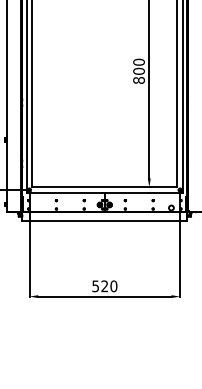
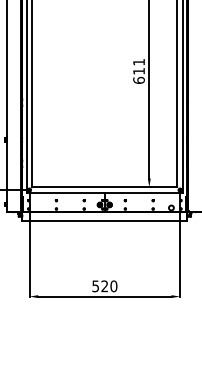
text at (138, 70): 800 -> 611
